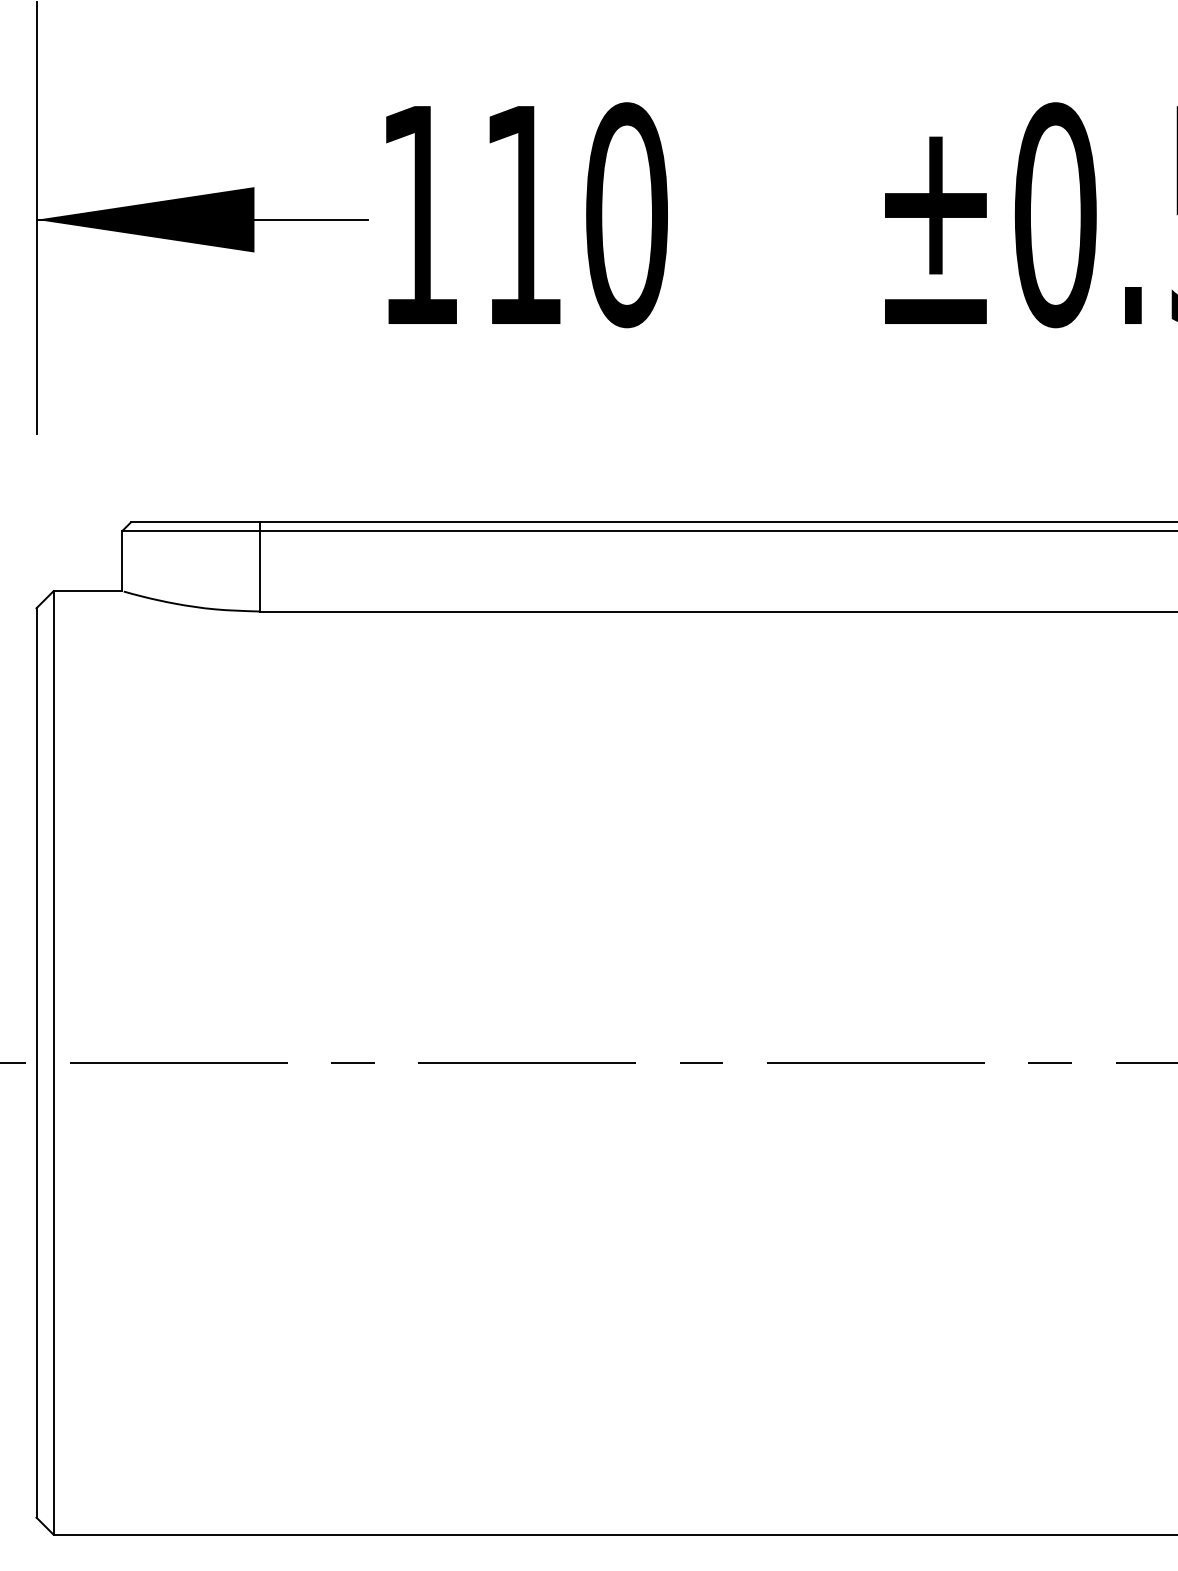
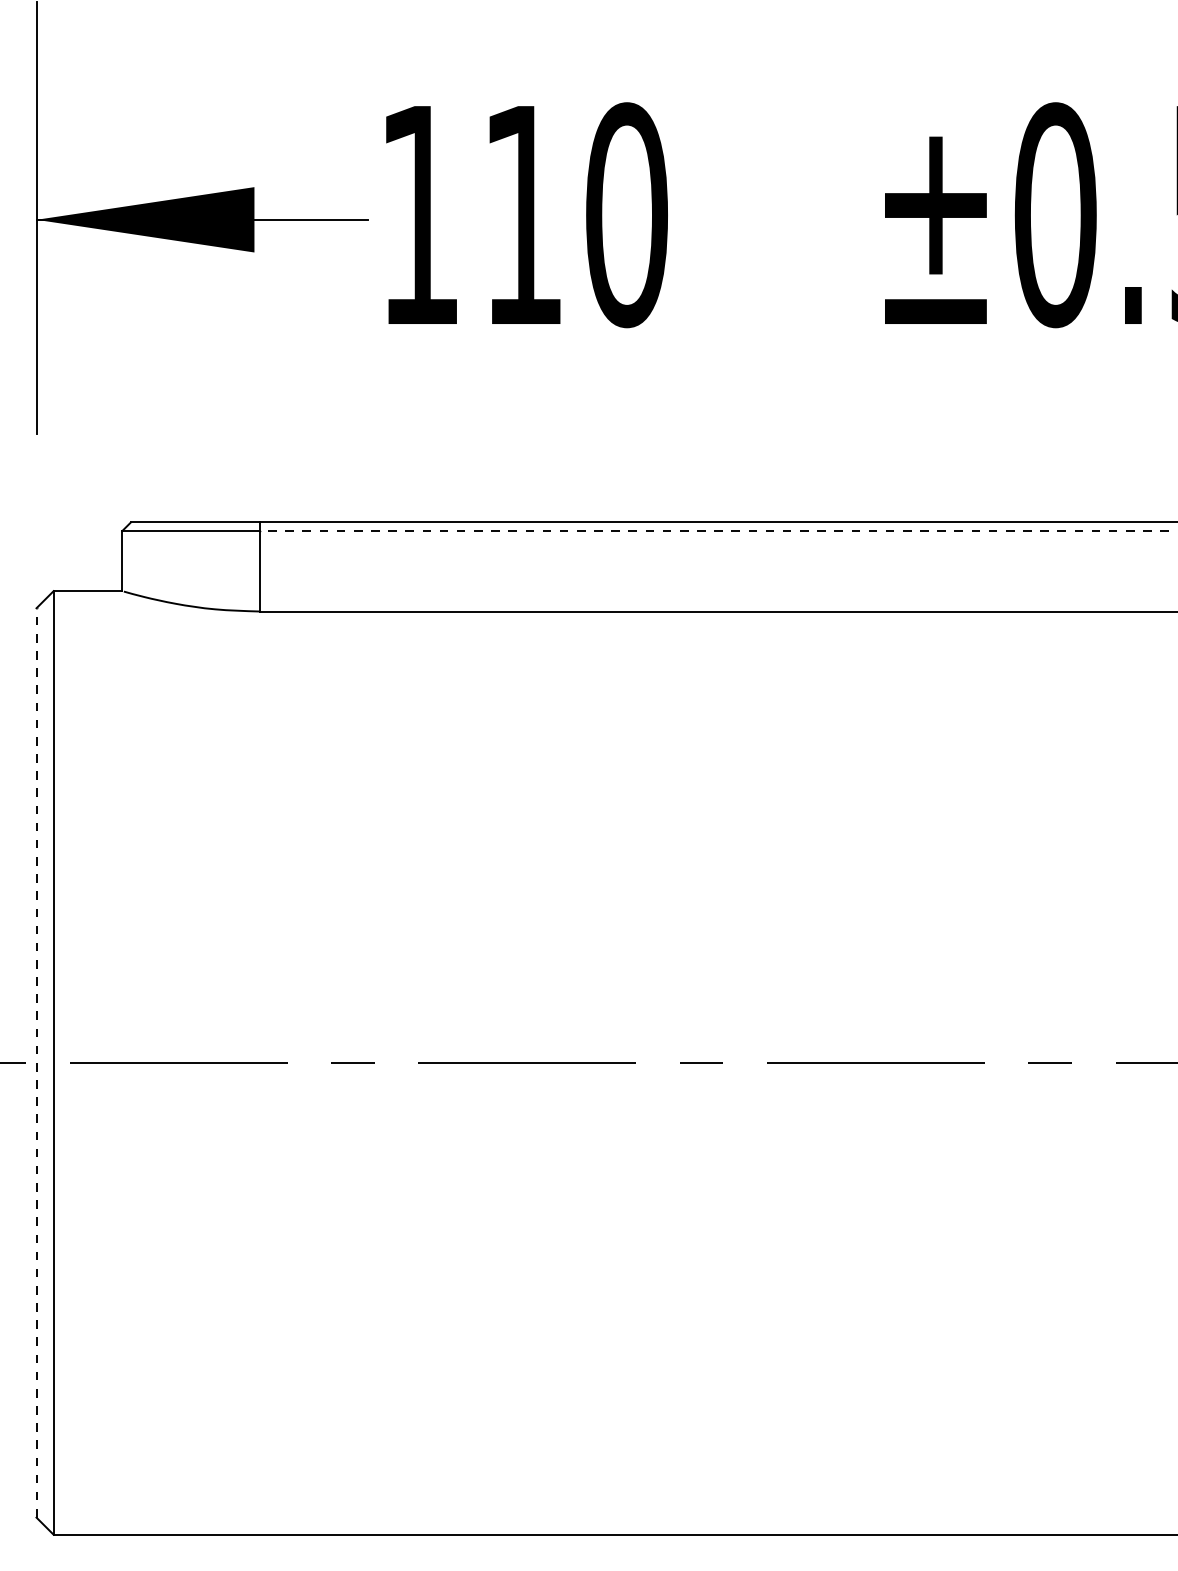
line at (718, 531): solid -> dashed
line at (36, 1062): solid -> dashed
